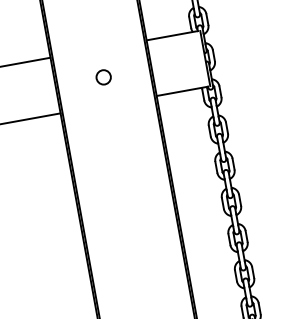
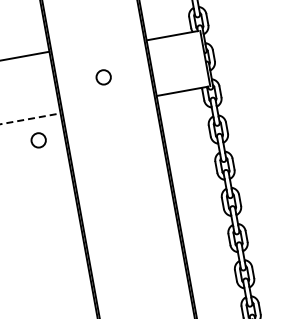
line at (26, 61) position: (26, 61) -> (25, 55)
line at (31, 118): solid -> dashed
circle at (38, 140): none -> present
